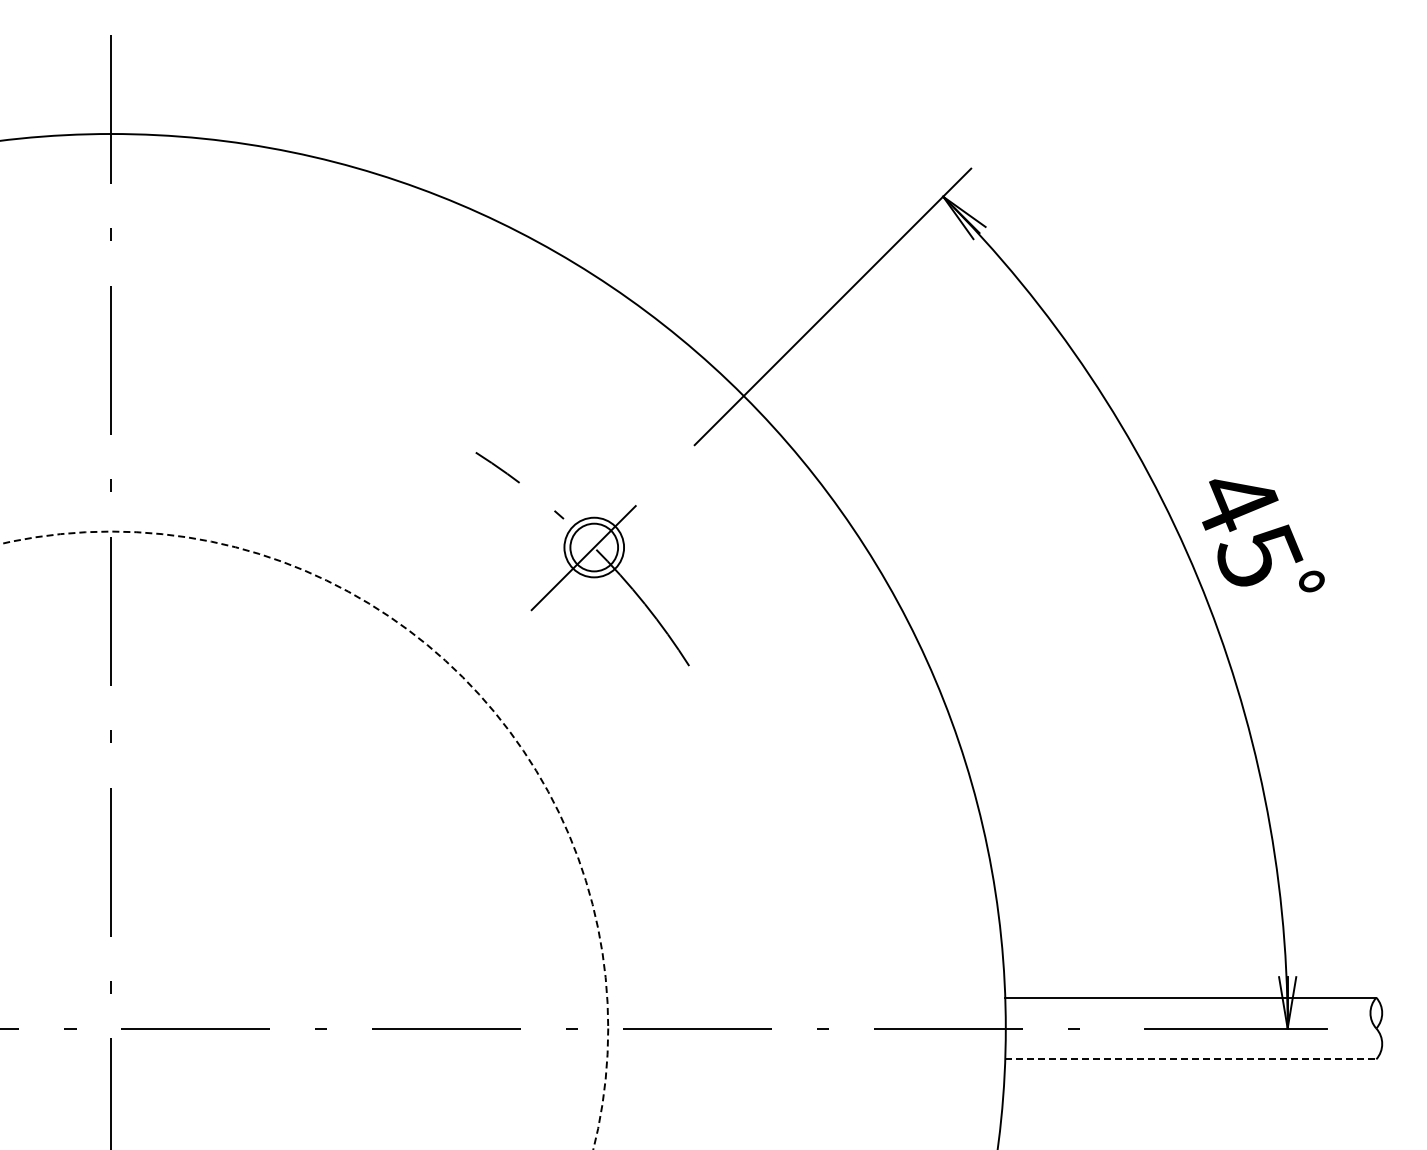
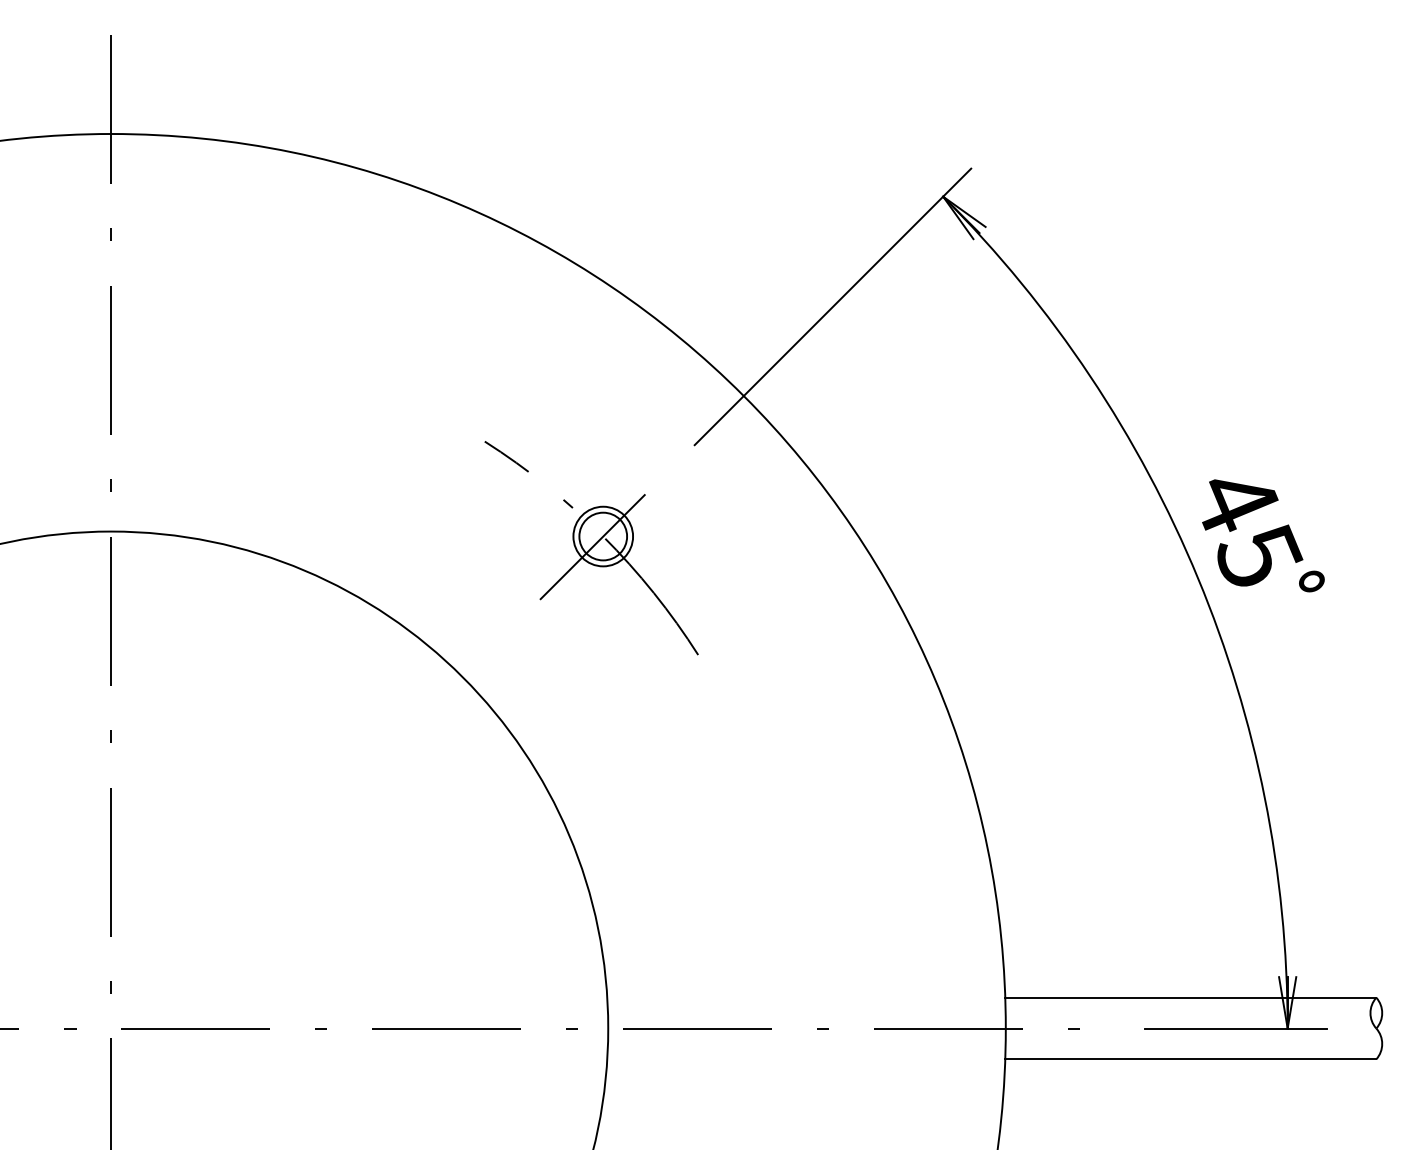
part at (582, 559) position: (582, 559) -> (591, 548)
circle at (304, 840): dashed -> solid
line at (1190, 1059): dashed -> solid
